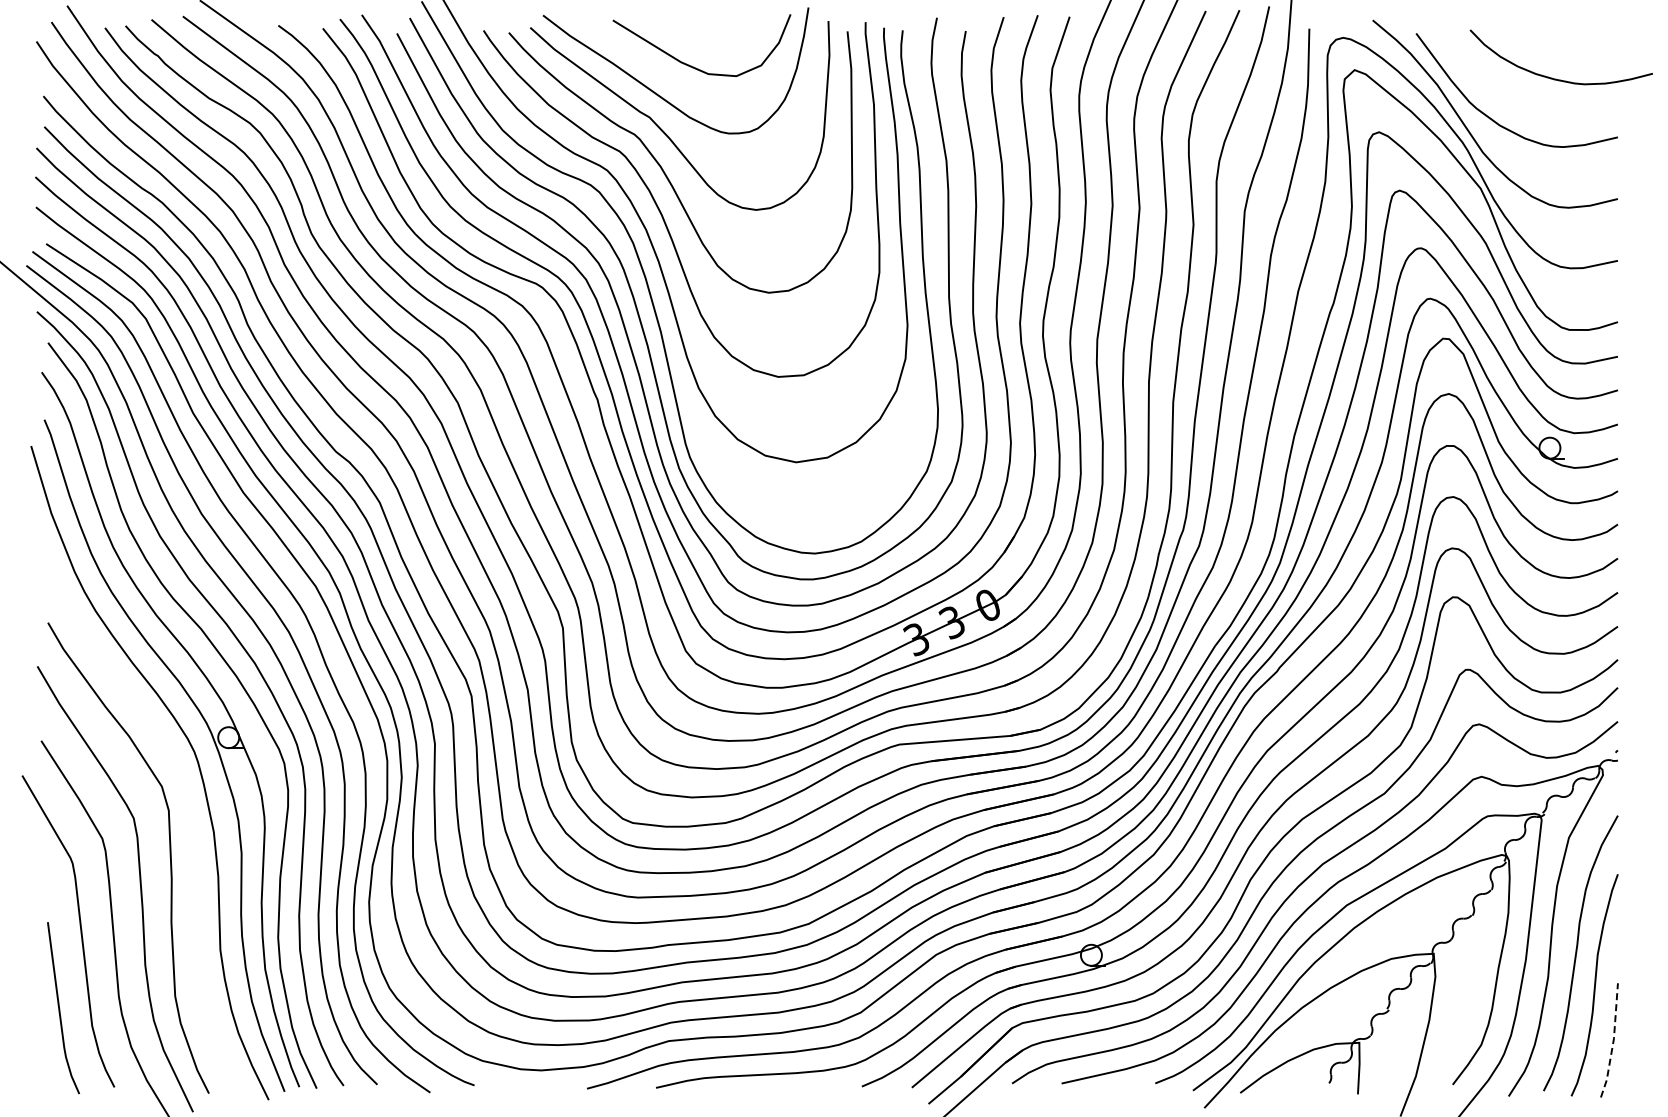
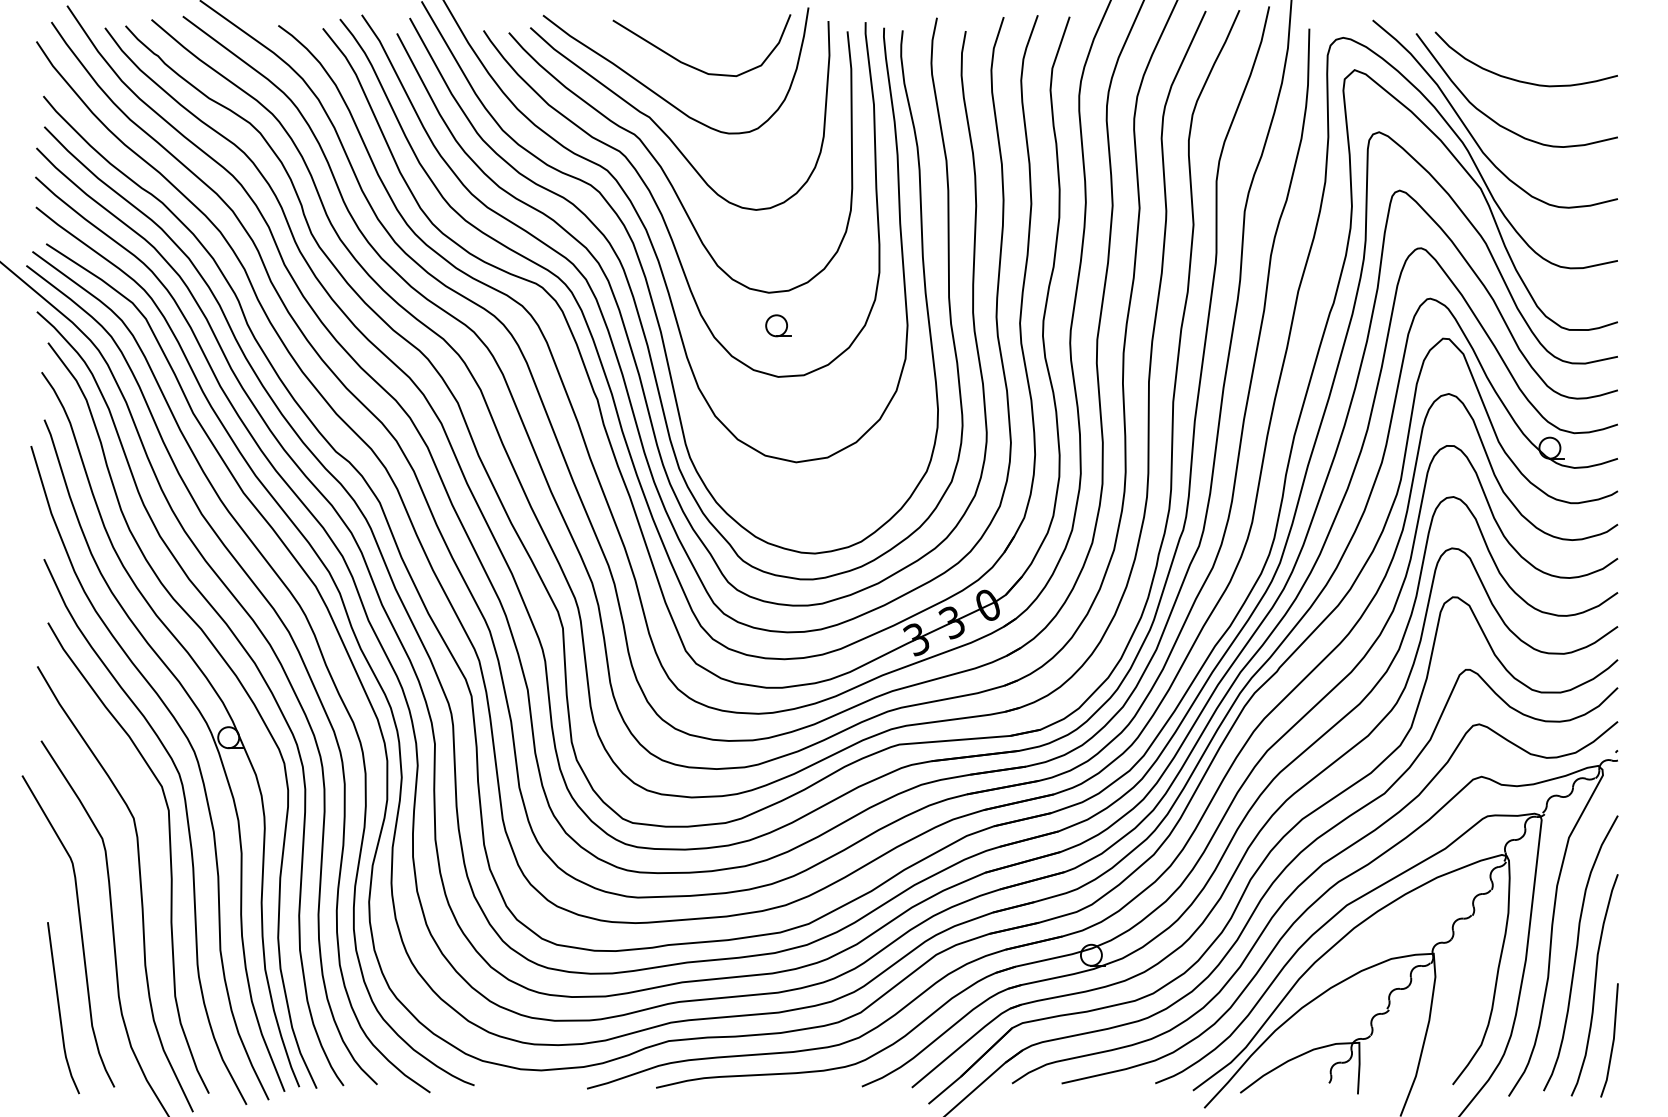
curve at (1556, 78) position: (1556, 78) -> (1521, 80)
part at (778, 325): none -> present
curve at (187, 827): none -> present
line at (1613, 1040): dashed -> solid
